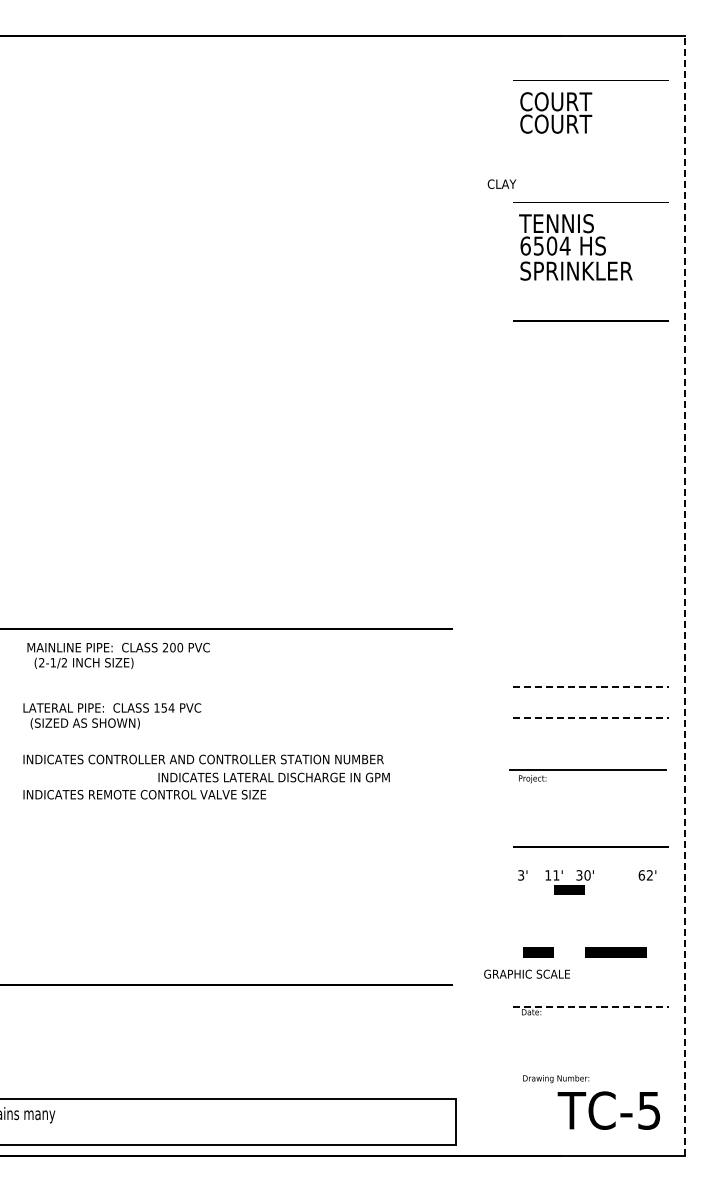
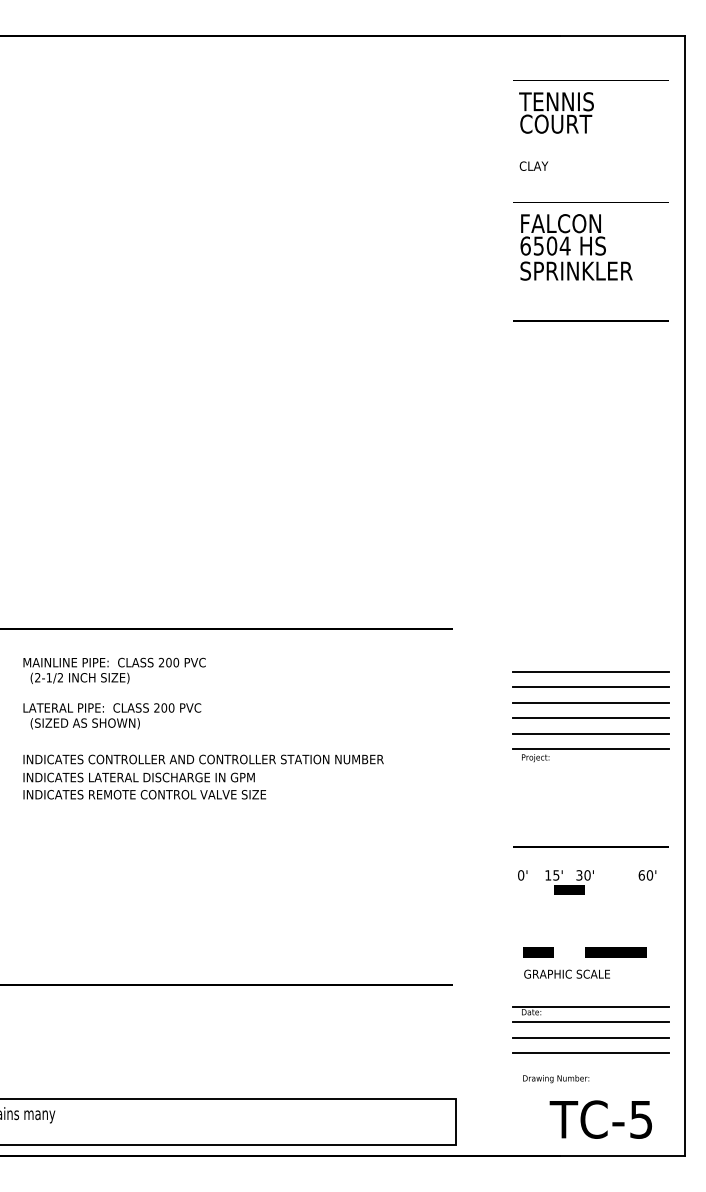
text at (556, 101): COURT -> TENNIS
text at (501, 183) position: (501, 183) -> (533, 165)
text at (559, 223): TENNIS -> FALCON
line at (684, 595): dashed -> solid
text at (118, 655) position: (118, 655) -> (114, 670)
line at (591, 671): none -> present
line at (591, 687): dashed -> solid
line at (591, 702): none -> present
text at (164, 707): 154 -> 200
line at (591, 718): dashed -> solid
line at (591, 733): none -> present
part at (587, 776) position: (587, 776) -> (590, 755)
text at (273, 777) position: (273, 777) -> (138, 777)
text at (521, 875): 3' -> 0'
text at (556, 875): 11' -> 15'
text at (649, 875): 62' -> 60'
text at (526, 973) position: (526, 973) -> (566, 973)
line at (591, 1006): dashed -> solid
line at (591, 1022): none -> present
line at (591, 1037): none -> present
line at (591, 1053): none -> present
text at (608, 1110) position: (608, 1110) -> (600, 1119)
